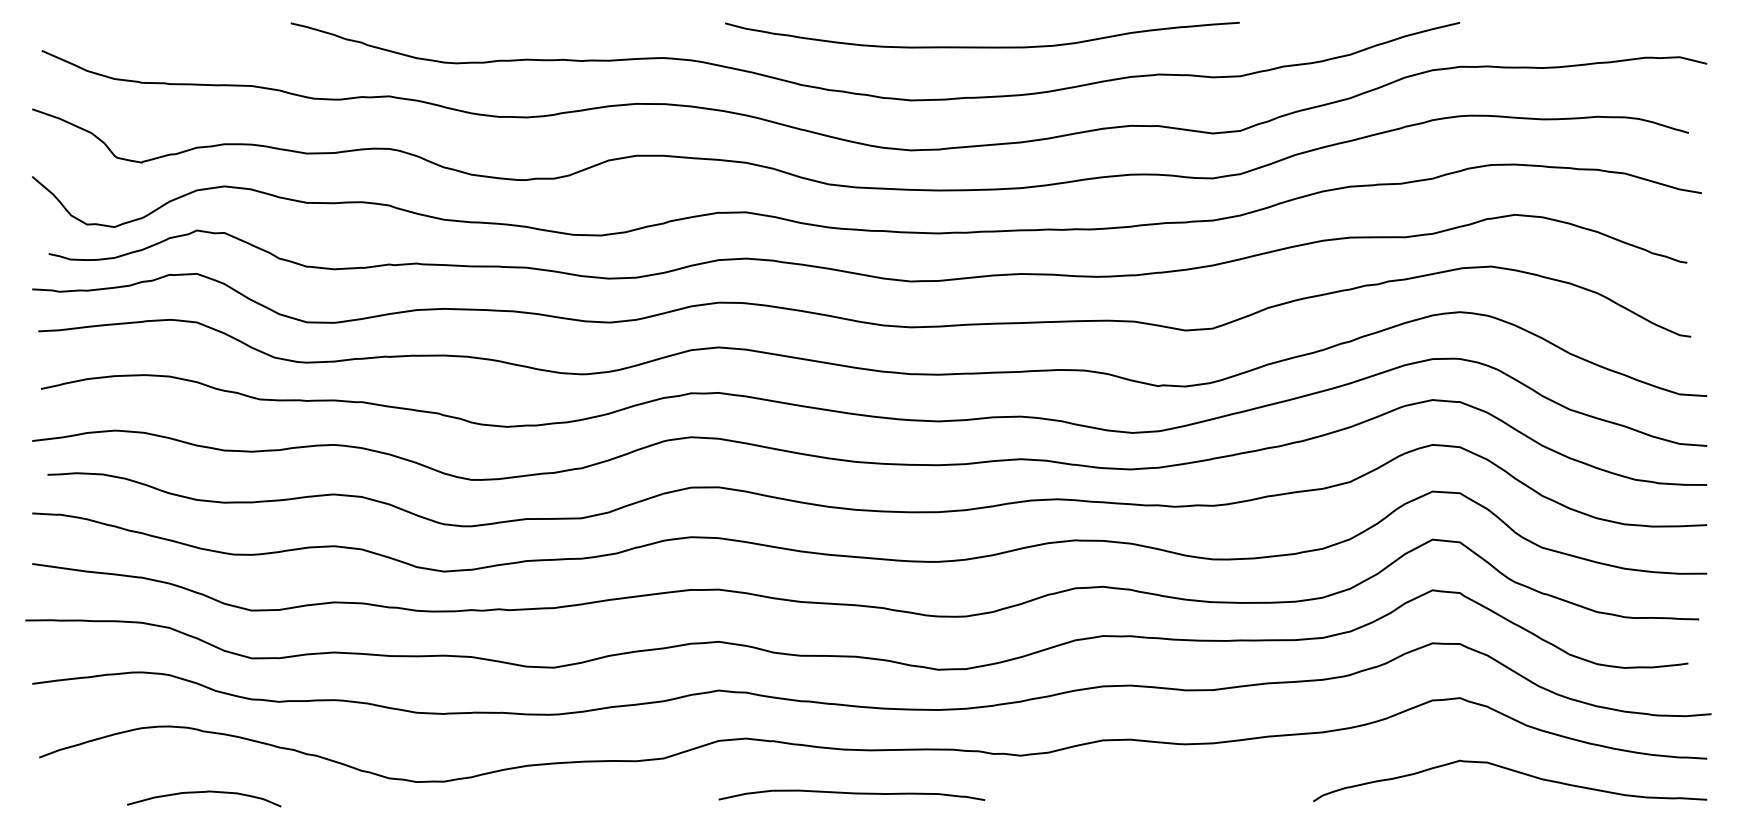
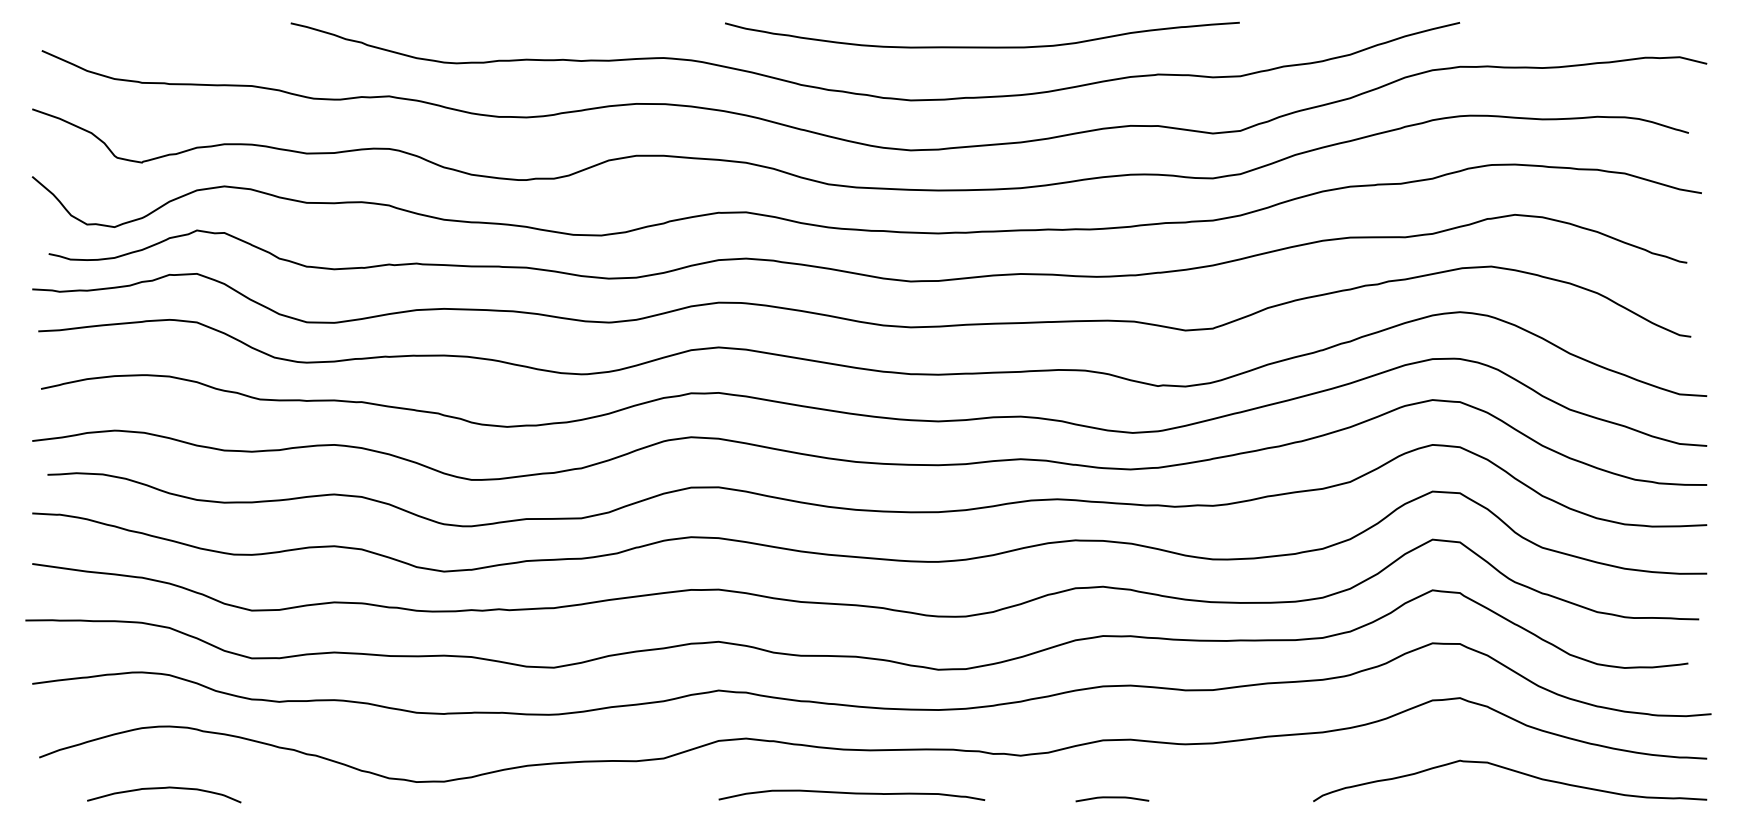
curve at (204, 792) position: (204, 792) -> (164, 788)
curve at (1112, 798): none -> present
